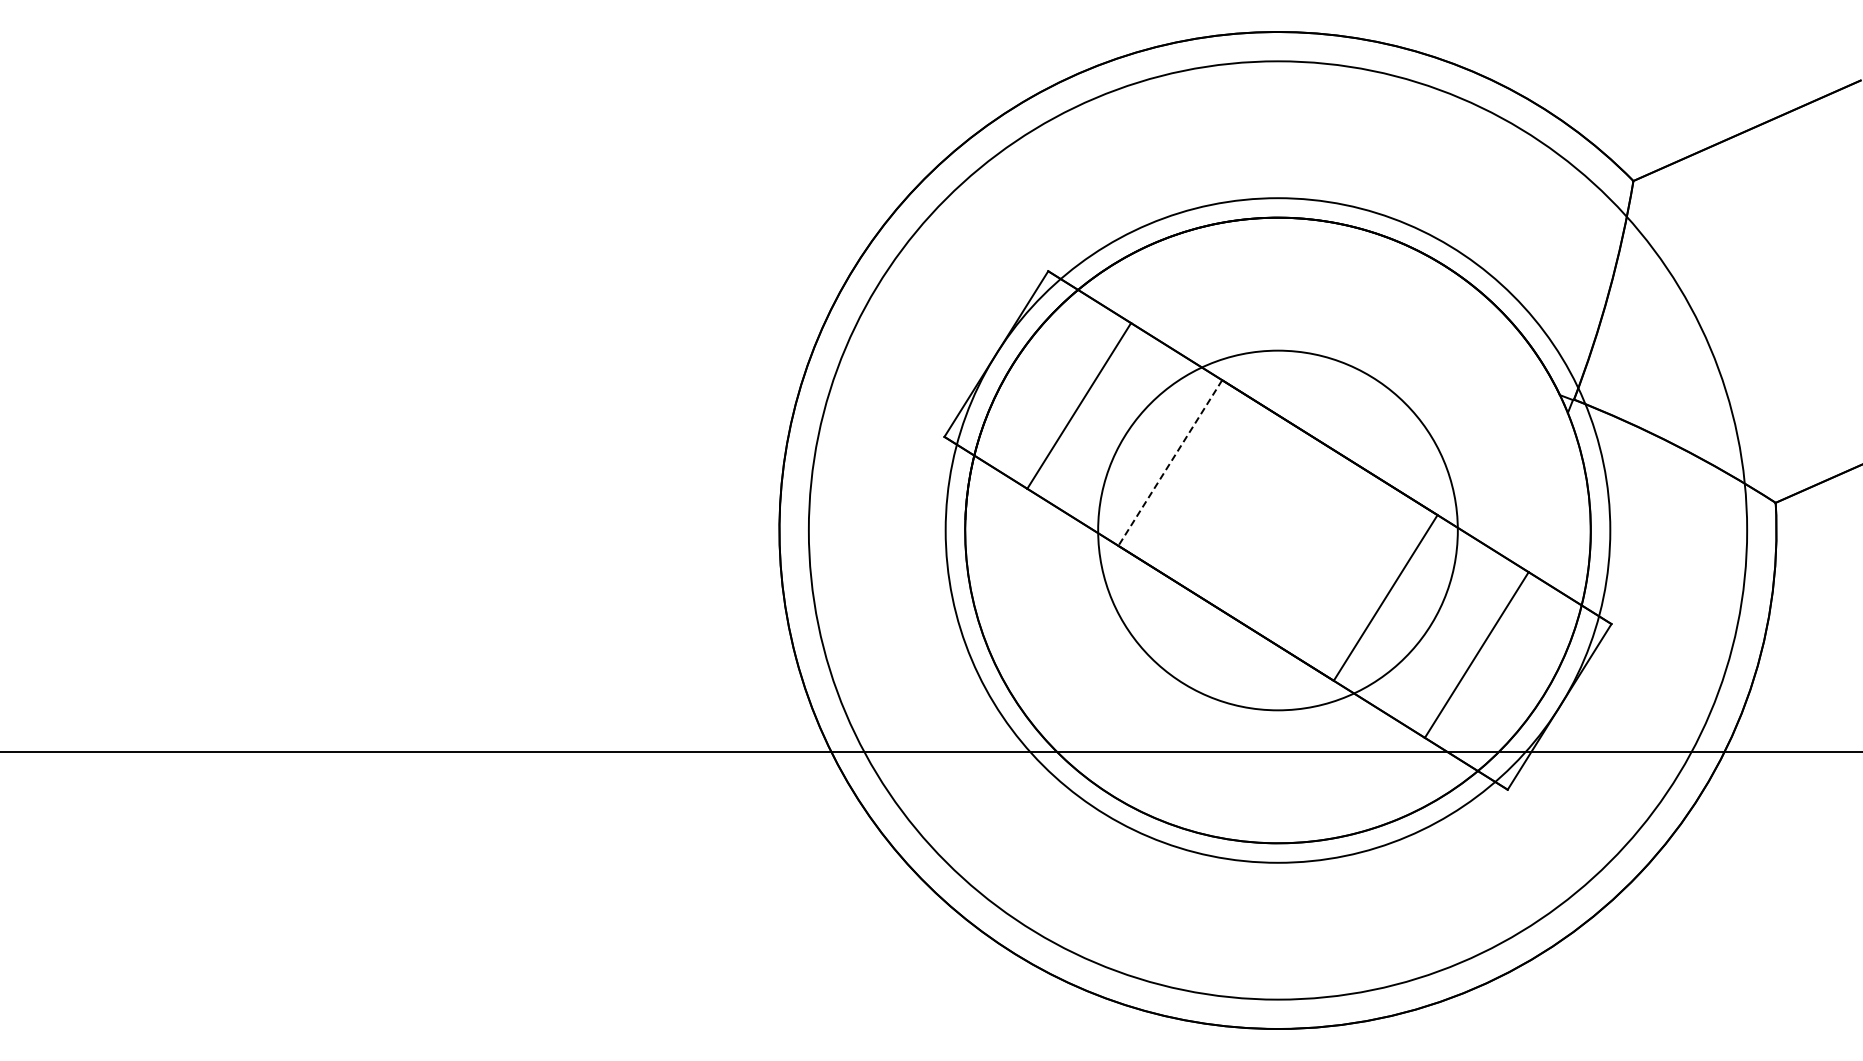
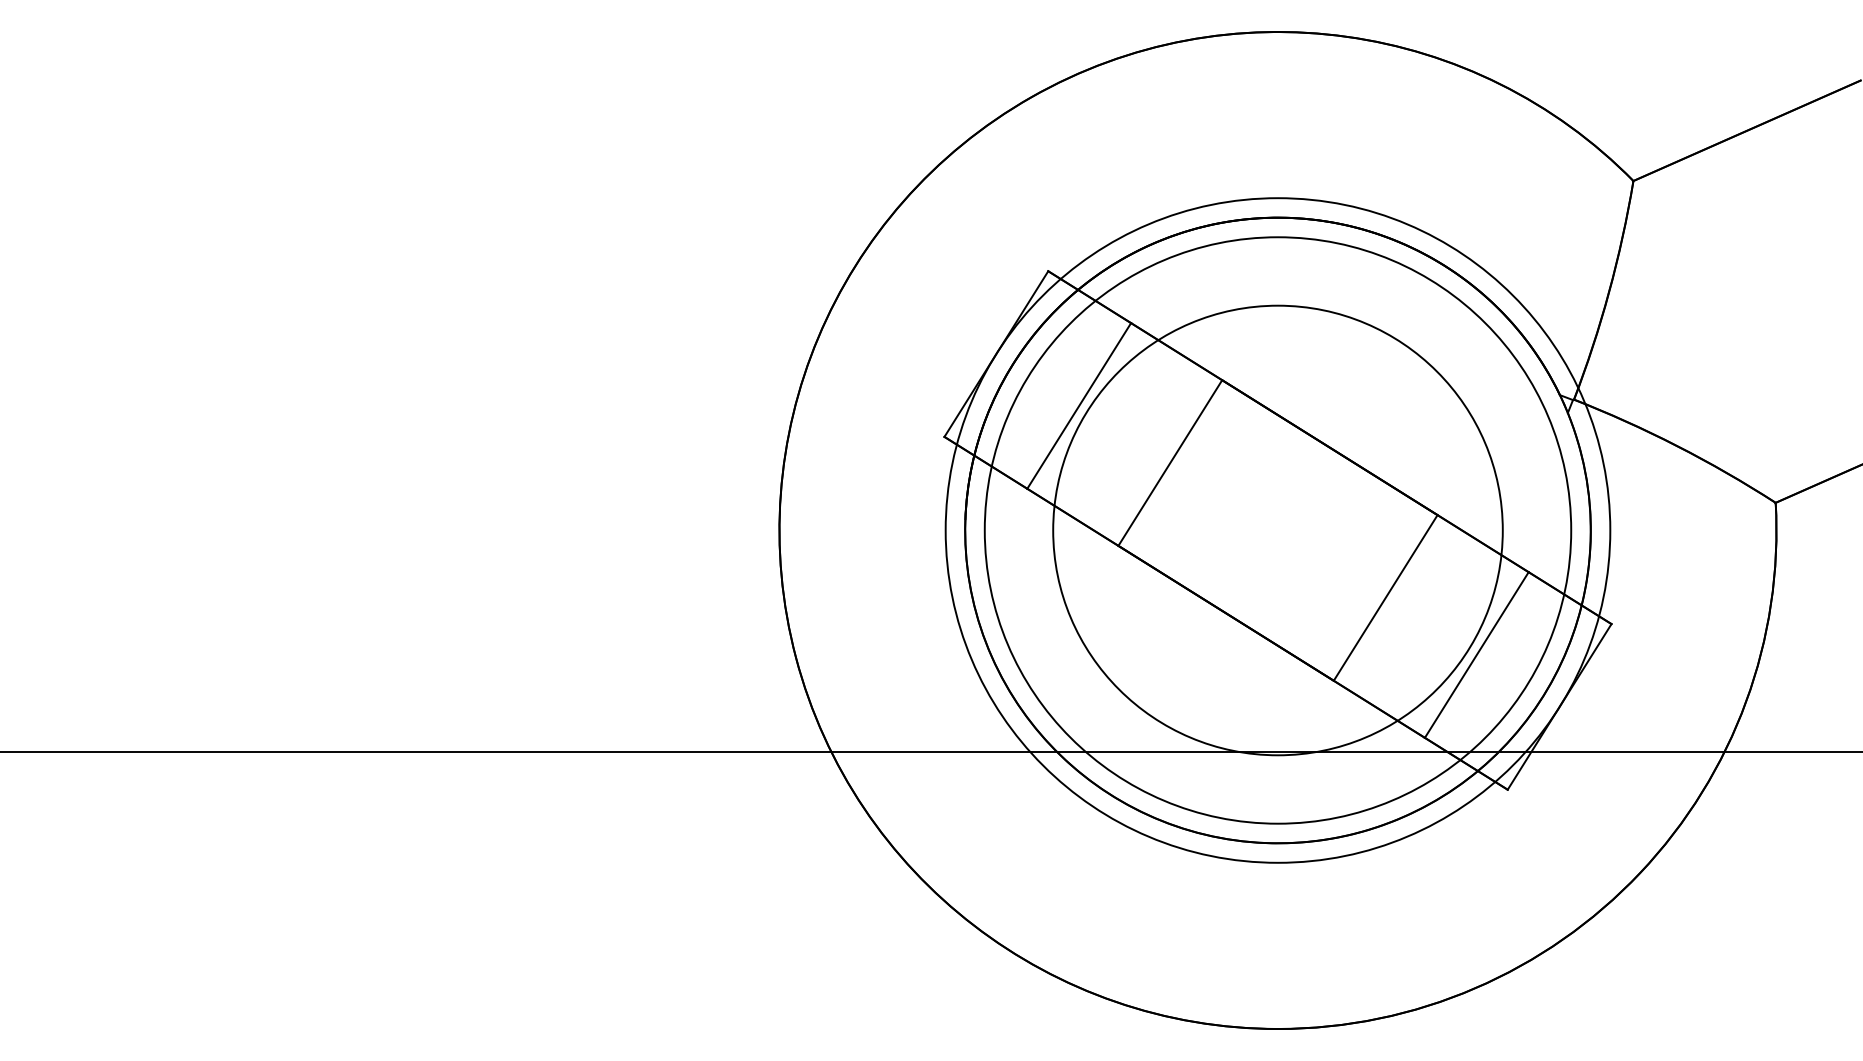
line at (1170, 463): dashed -> solid
circle at (1277, 530) diameter: 360 px -> 450 px
circle at (1277, 530) diameter: 938 px -> 586 px
